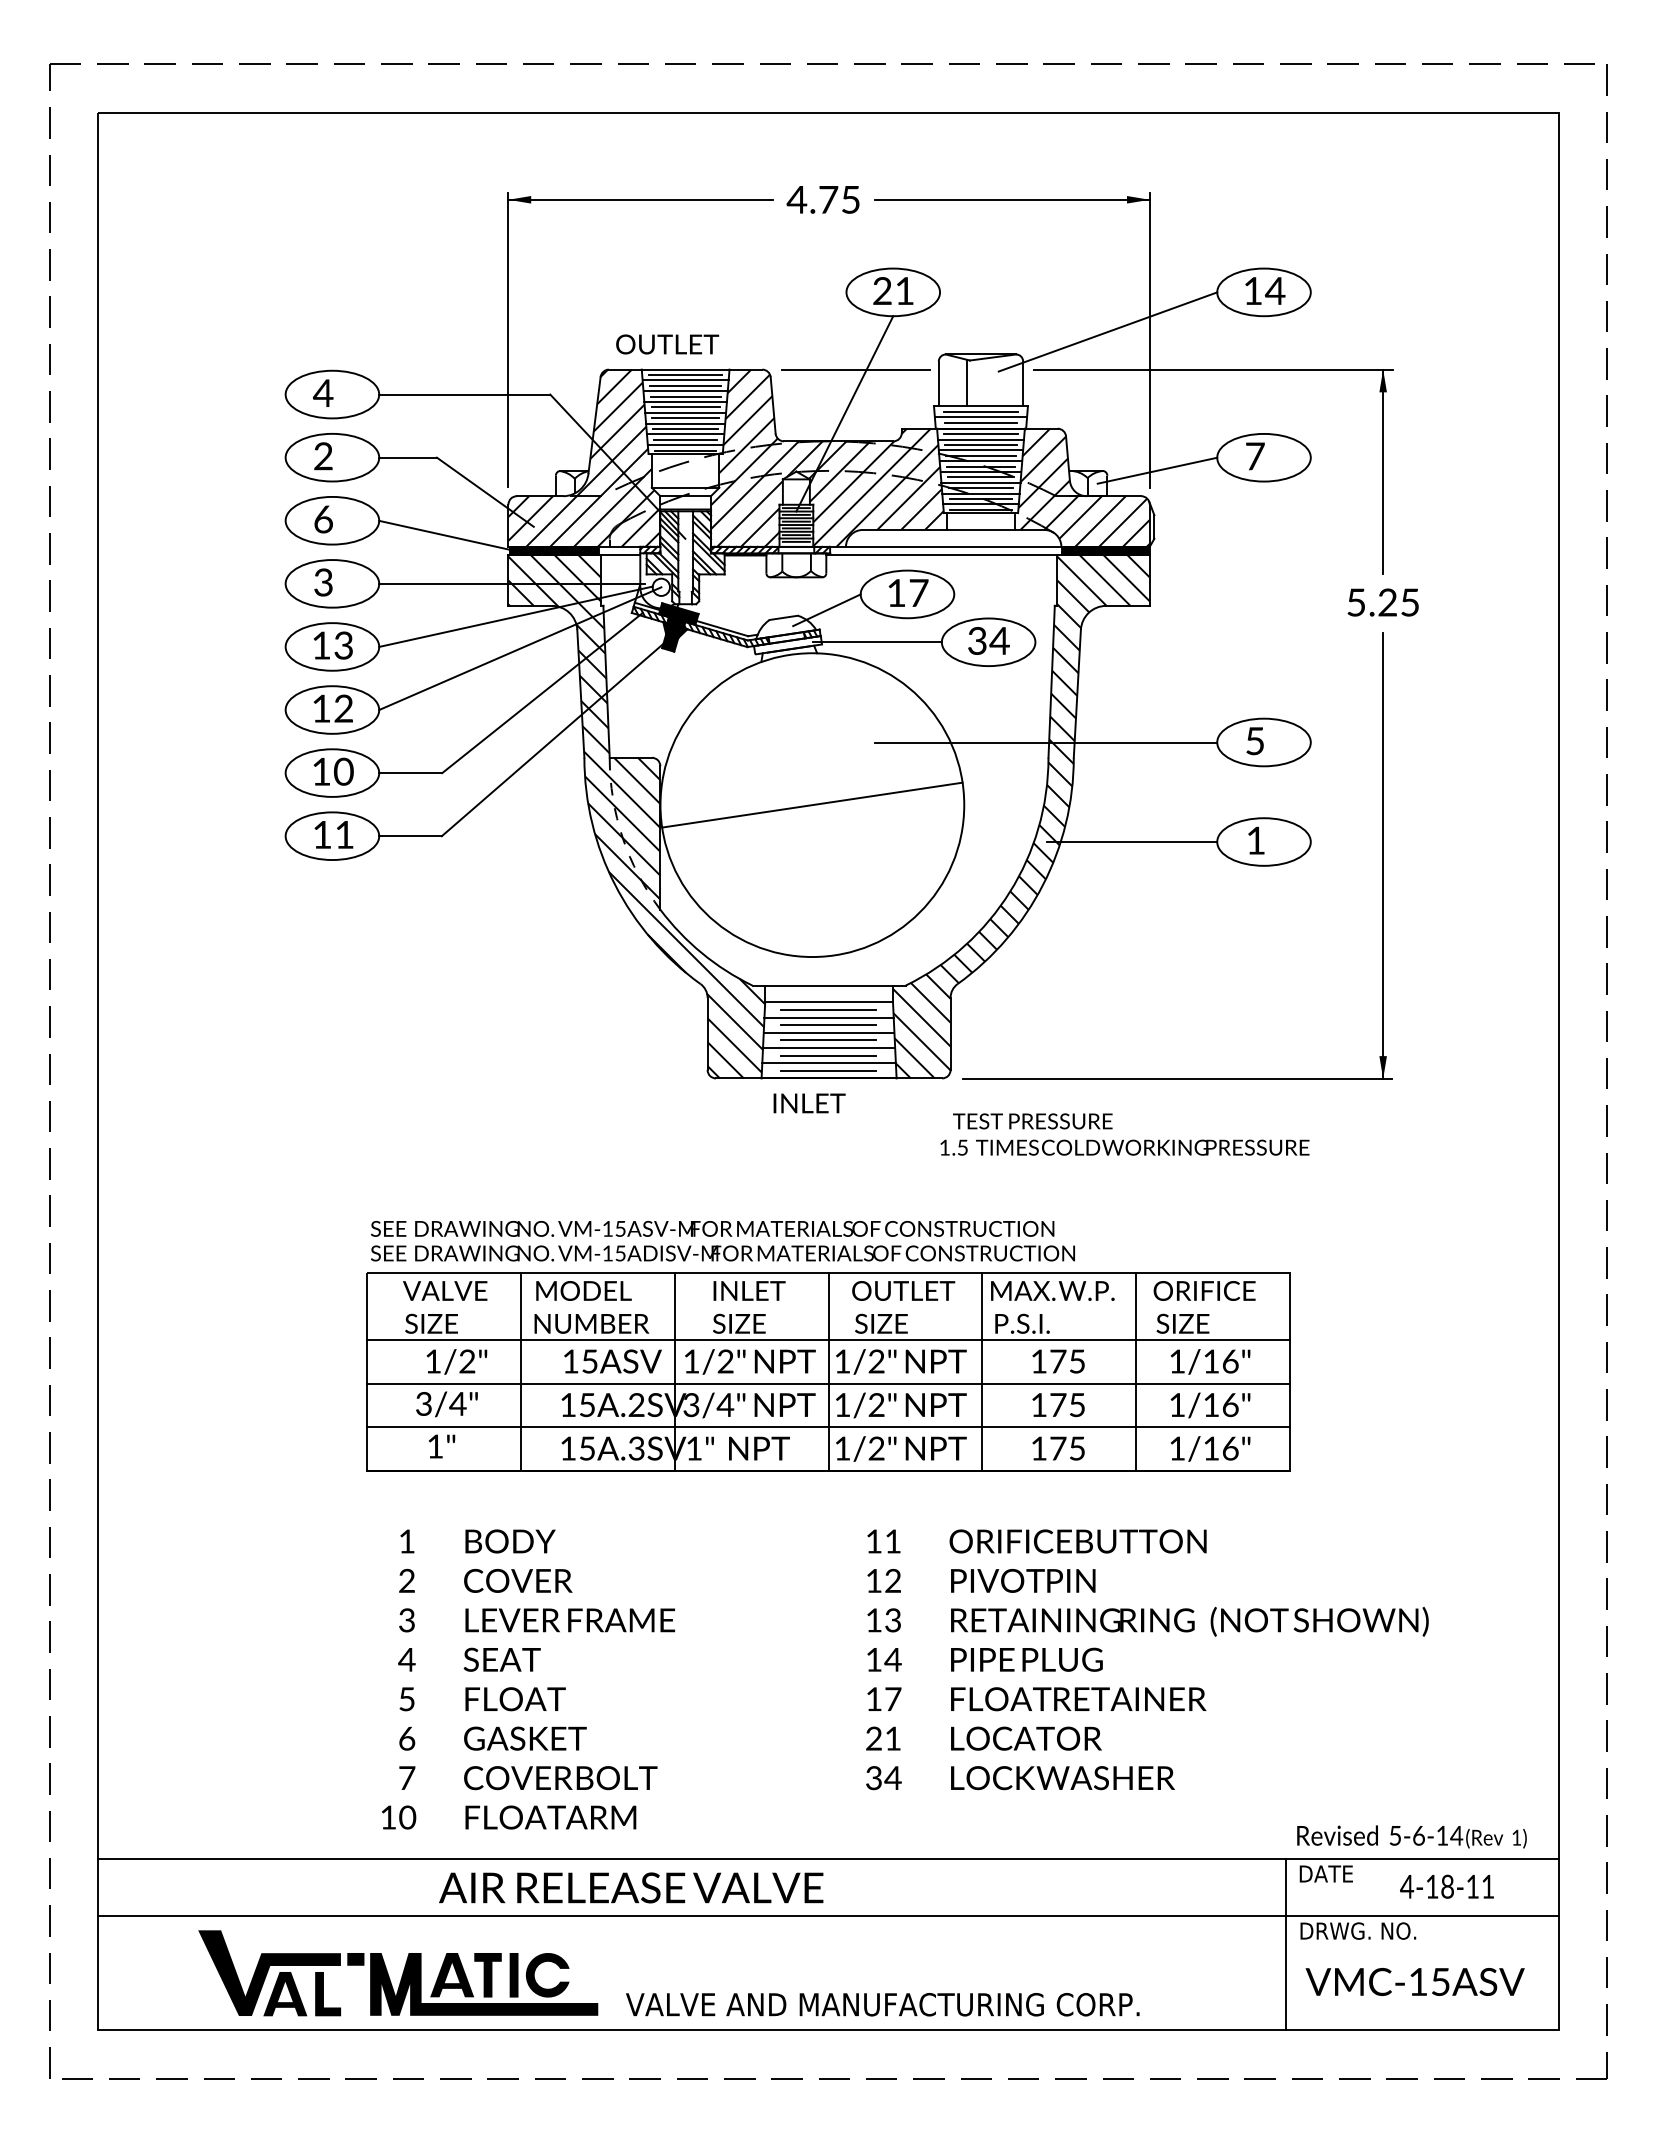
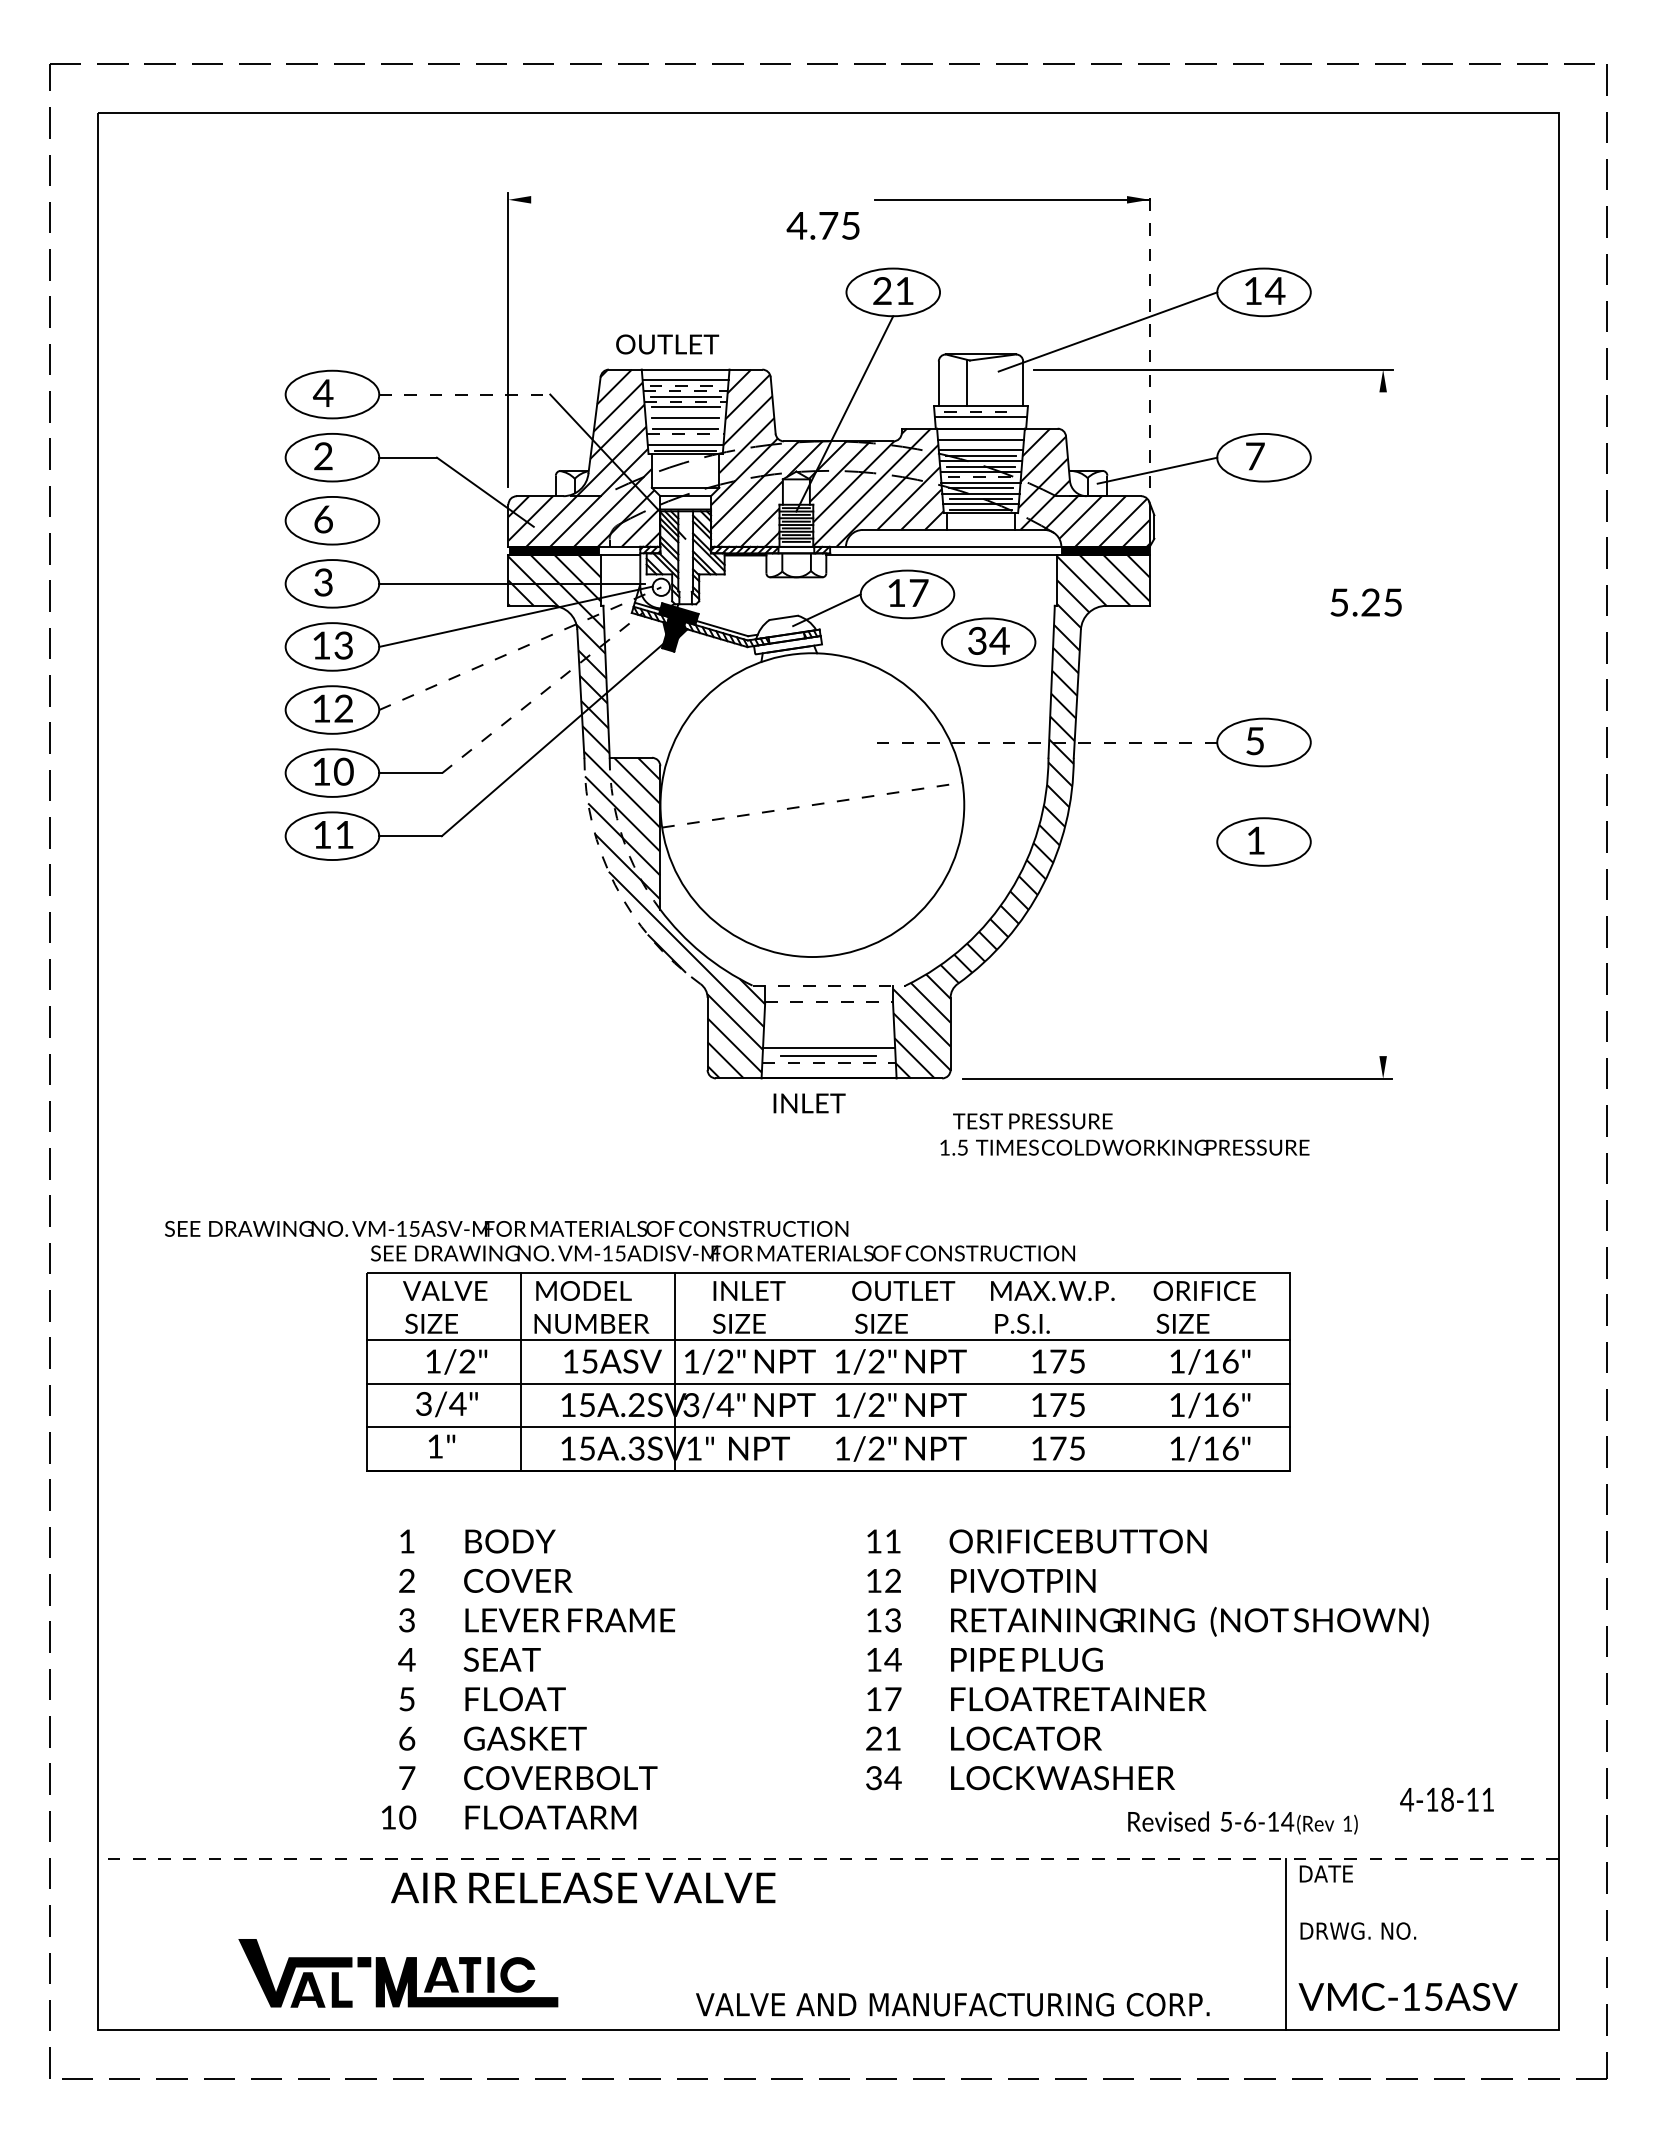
line at (640, 199): present -> none
text at (822, 199) position: (822, 199) -> (822, 225)
line at (1149, 340): solid -> dashed
line at (855, 369): present -> none
line at (685, 375): present -> none
line at (685, 385): solid -> dashed
line at (686, 391): solid -> dashed
line at (464, 394): solid -> dashed
line at (686, 402): solid -> dashed
line at (685, 412): present -> none
line at (980, 412): solid -> dashed
line at (980, 422): present -> none
line at (685, 423): present -> none
line at (685, 434): solid -> dashed
line at (980, 434): present -> none
line at (685, 439): present -> none
line at (980, 444): present -> none
line at (1383, 471): present -> none
line at (981, 477): solid -> dashed
line at (446, 535): present -> none
text at (1382, 602) position: (1382, 602) -> (1365, 602)
line at (876, 642): present -> none
line at (520, 648): solid -> dashed
line at (542, 692): solid -> dashed
line at (1045, 742): solid -> dashed
line at (812, 805): solid -> dashed
line at (1131, 842): present -> none
line at (1383, 855): present -> none
arc at (615, 884): solid -> dashed
line at (829, 985): solid -> dashed
line at (829, 1002): solid -> dashed
line at (828, 1010): present -> none
line at (828, 1017): present -> none
line at (828, 1025): present -> none
line at (828, 1032): present -> none
line at (828, 1040): present -> none
line at (829, 1063): solid -> dashed
line at (828, 1070): present -> none
text at (712, 1228) position: (712, 1228) -> (506, 1228)
line at (828, 1371): present -> none
line at (982, 1371): present -> none
line at (1136, 1371): present -> none
text at (1411, 1836) position: (1411, 1836) -> (1242, 1822)
line at (828, 1858): solid -> dashed
text at (1446, 1886) position: (1446, 1886) -> (1446, 1799)
text at (631, 1887) position: (631, 1887) -> (583, 1887)
line at (828, 1916): present -> none
part at (398, 1973) size: 401x87 px -> 321x69 px
text at (1414, 1981) position: (1414, 1981) -> (1407, 1996)
text at (882, 2004) position: (882, 2004) -> (952, 2004)
